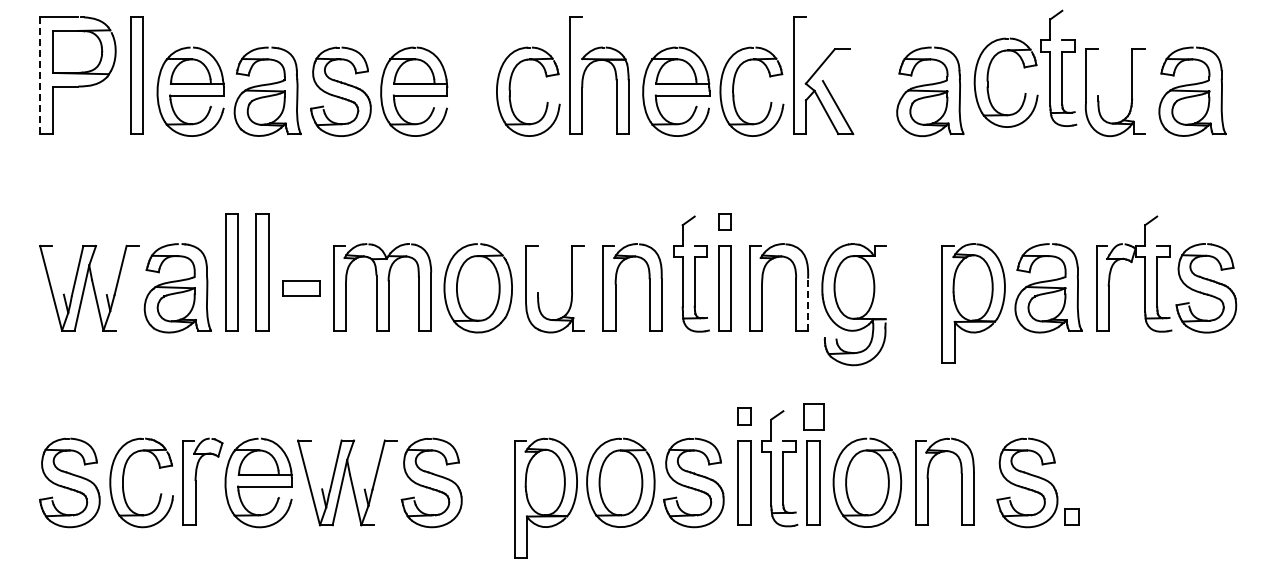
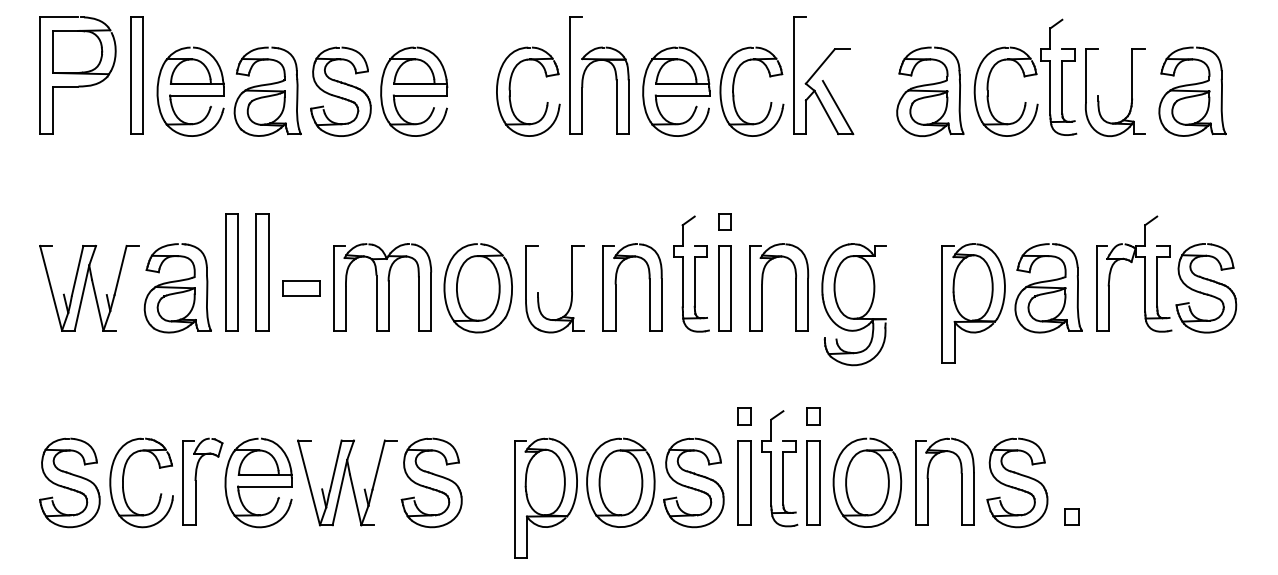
part at (1025, 68) position: (1025, 68) -> (1025, 77)
line at (40, 76): dashed -> solid
line at (808, 304): dashed -> solid
part at (813, 416) size: 22x28 px -> 15x19 px
part at (1027, 482) position: (1027, 482) -> (1017, 482)
